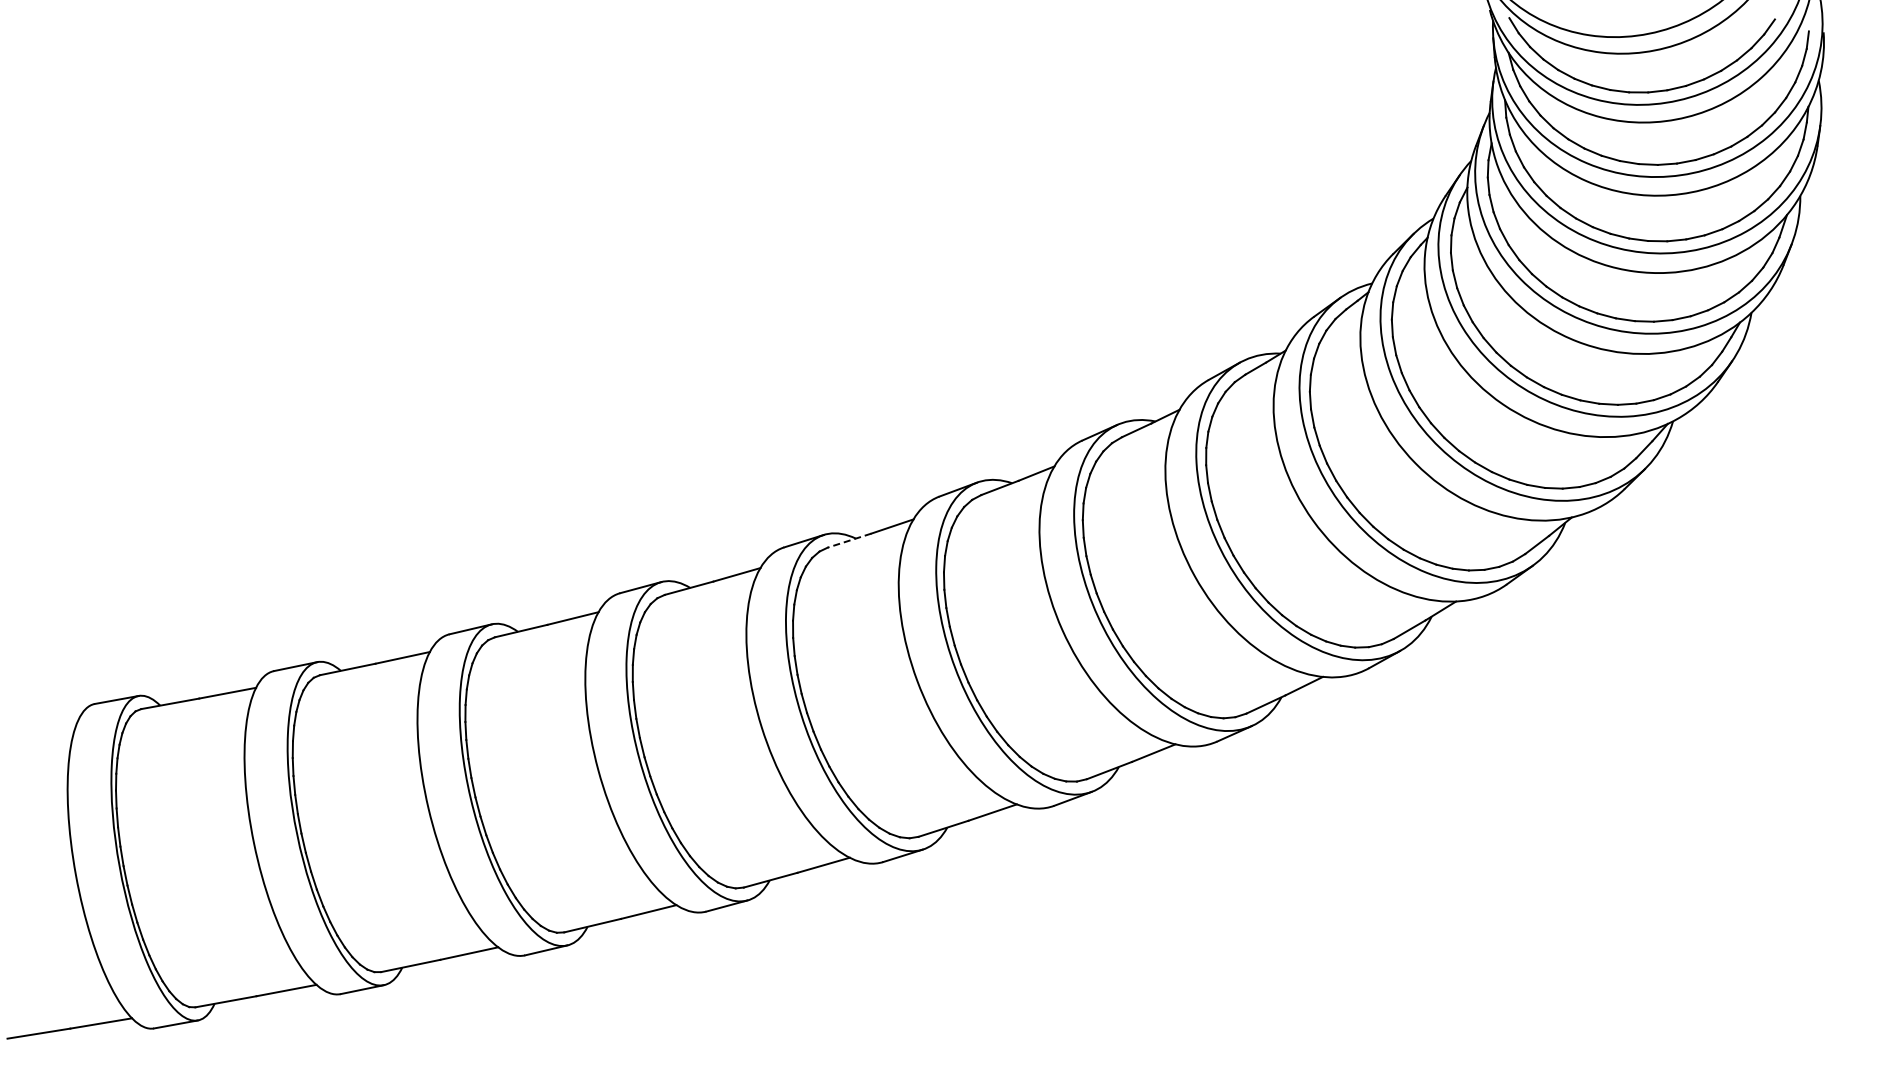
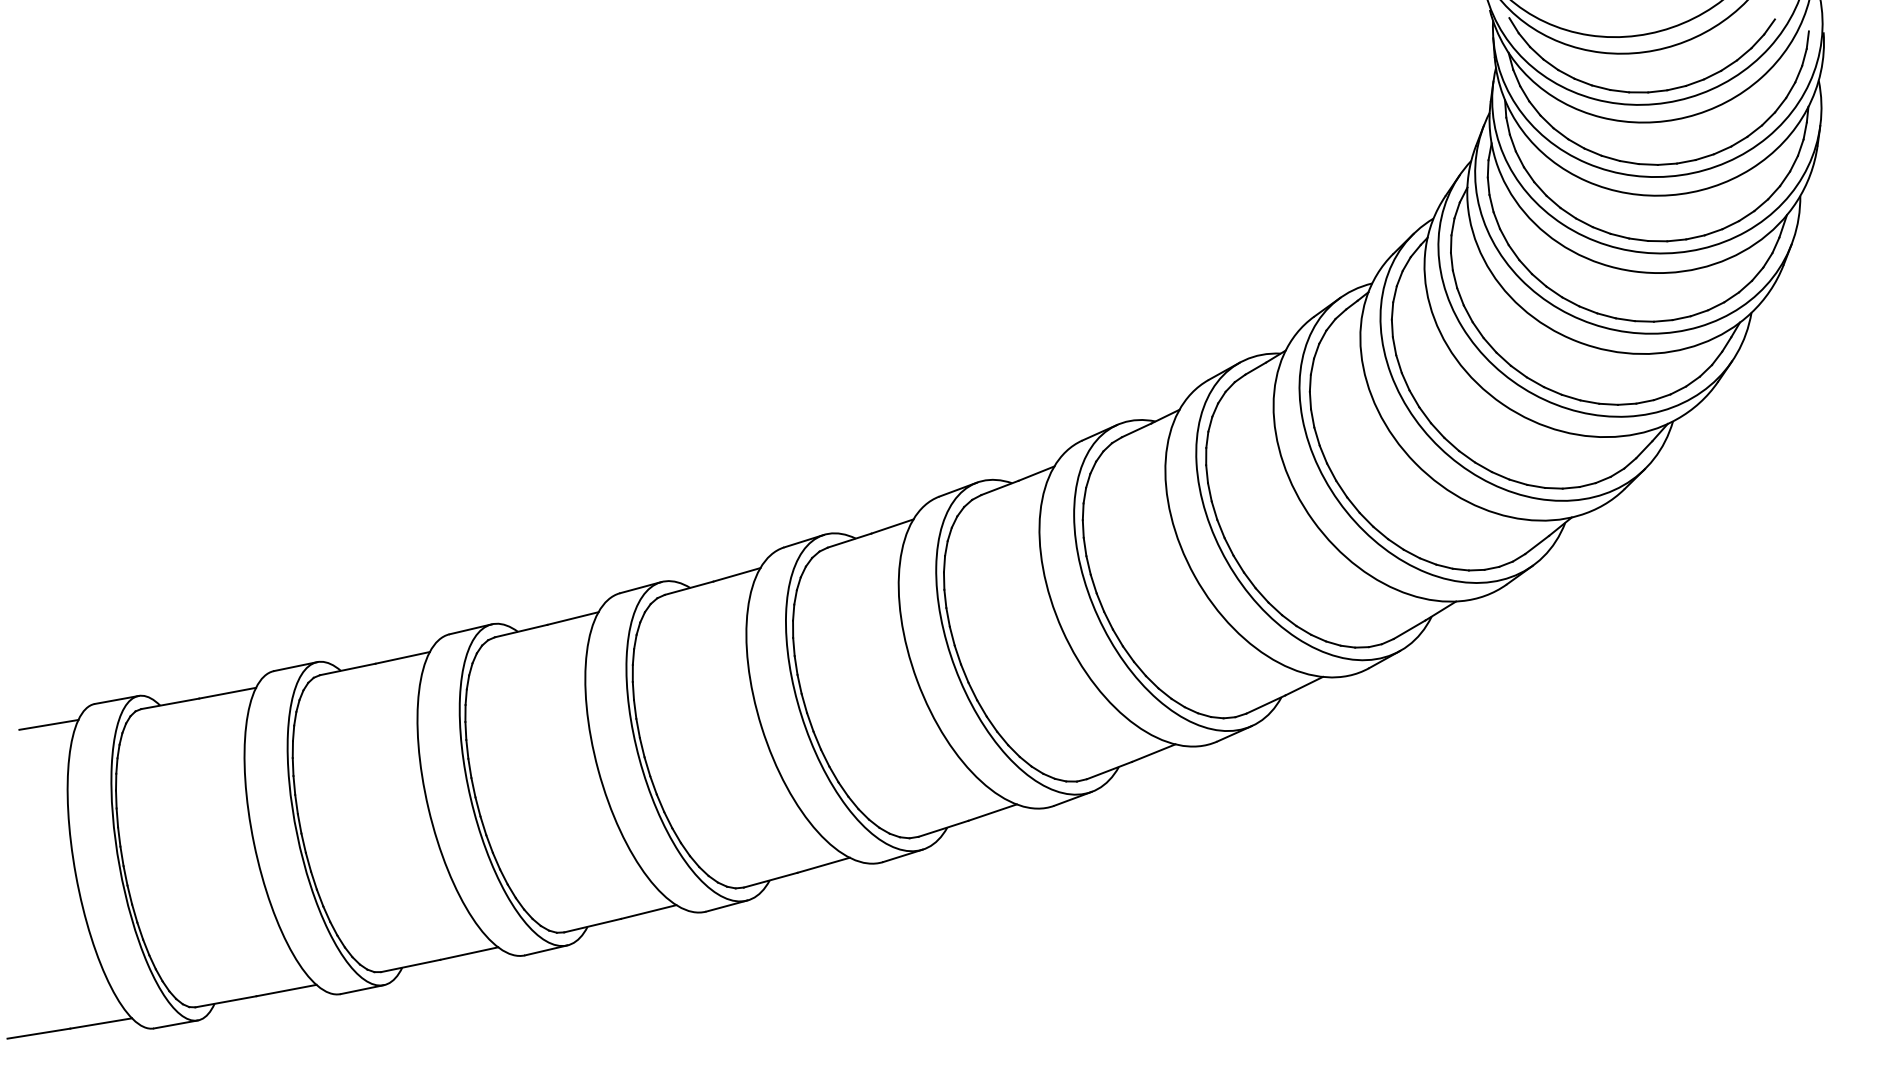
line at (849, 540): dashed -> solid
line at (48, 724): none -> present
